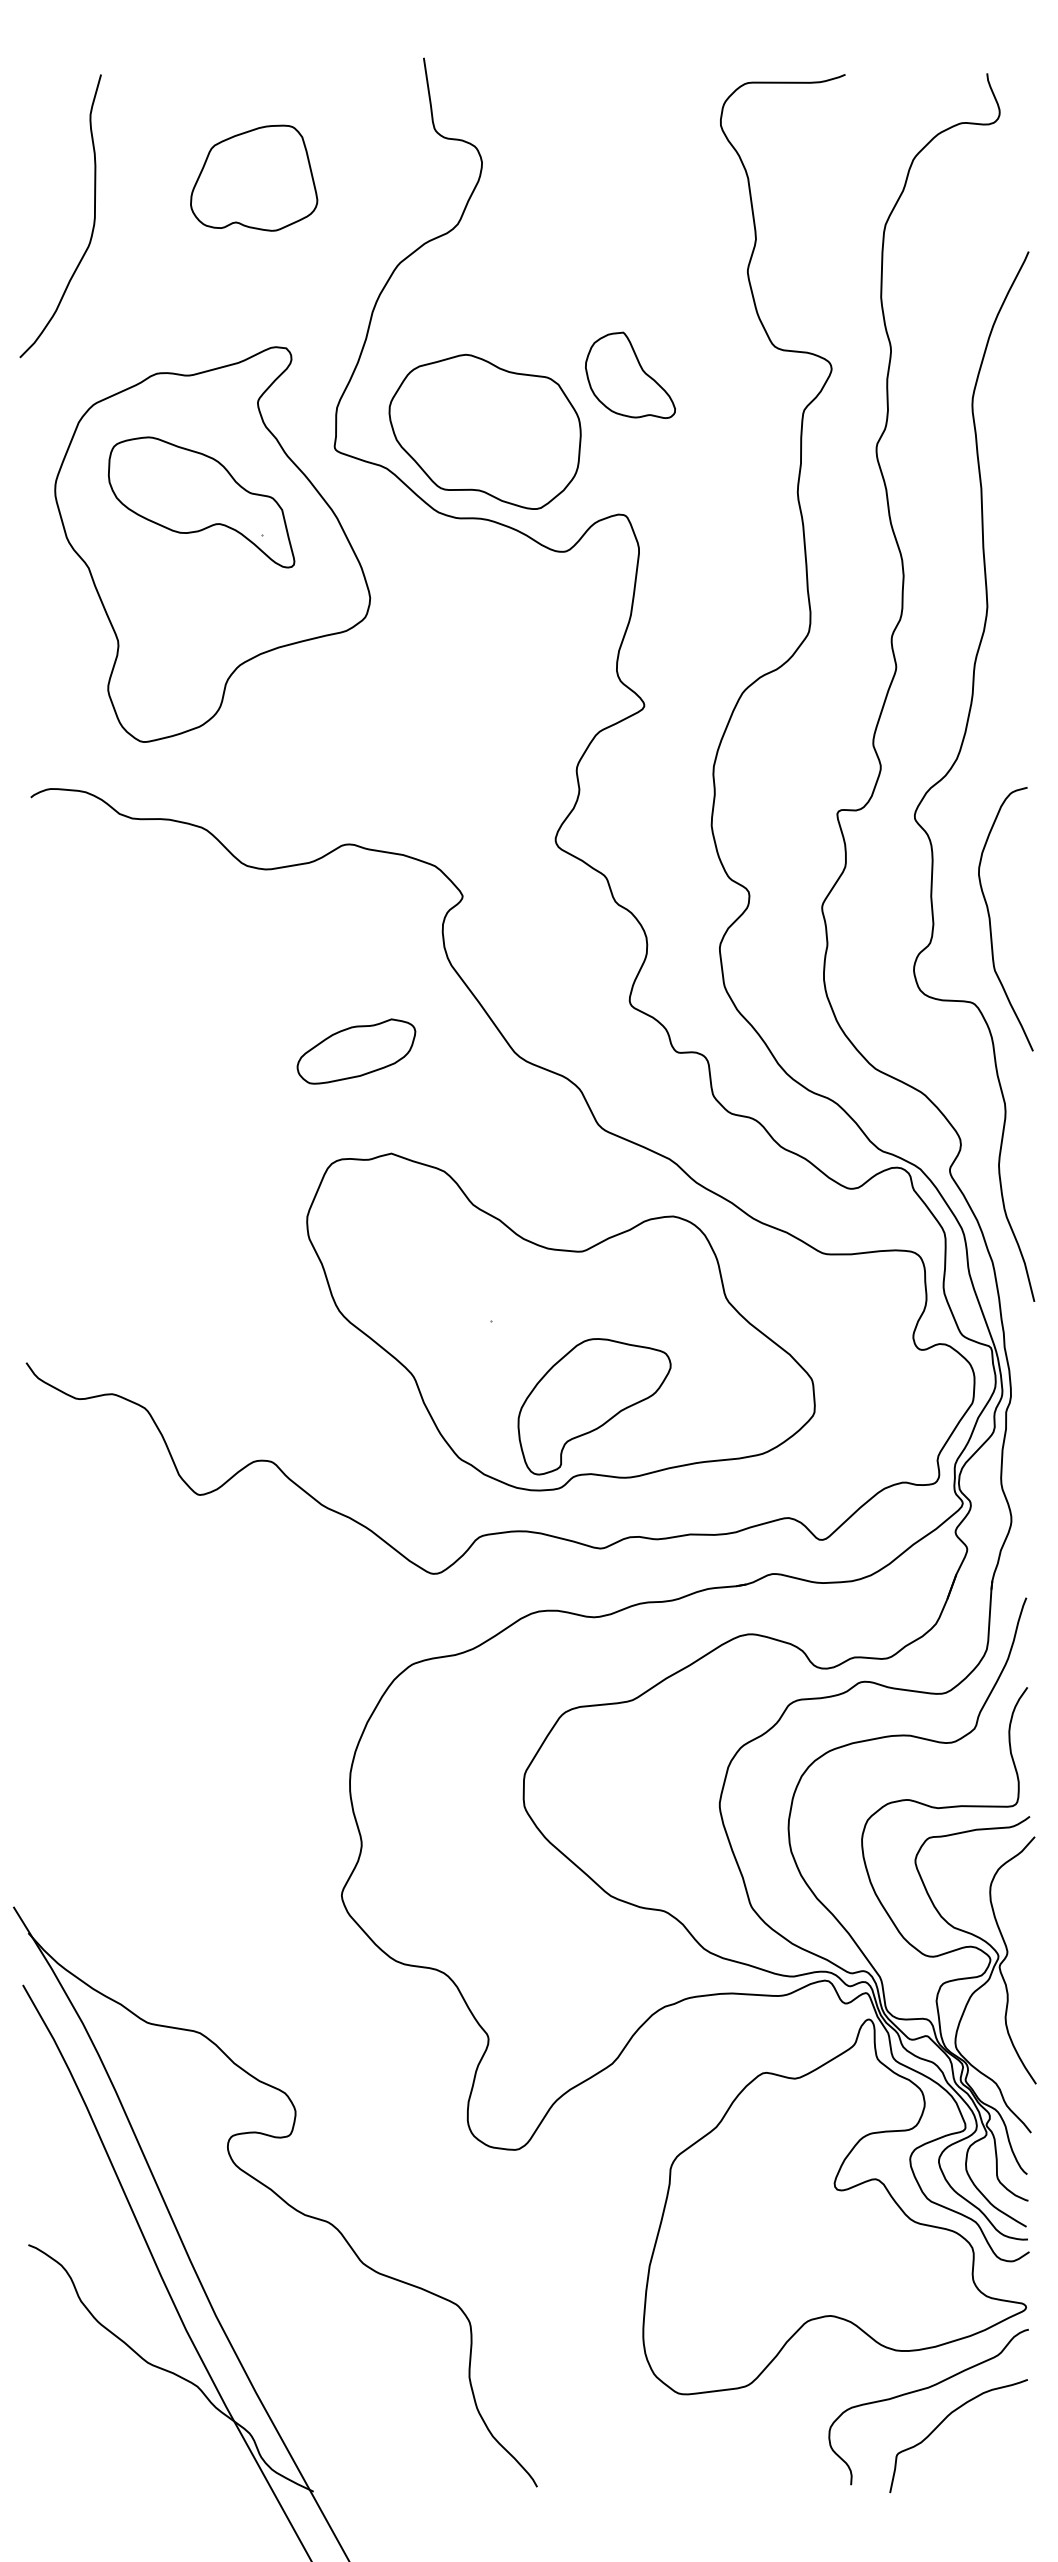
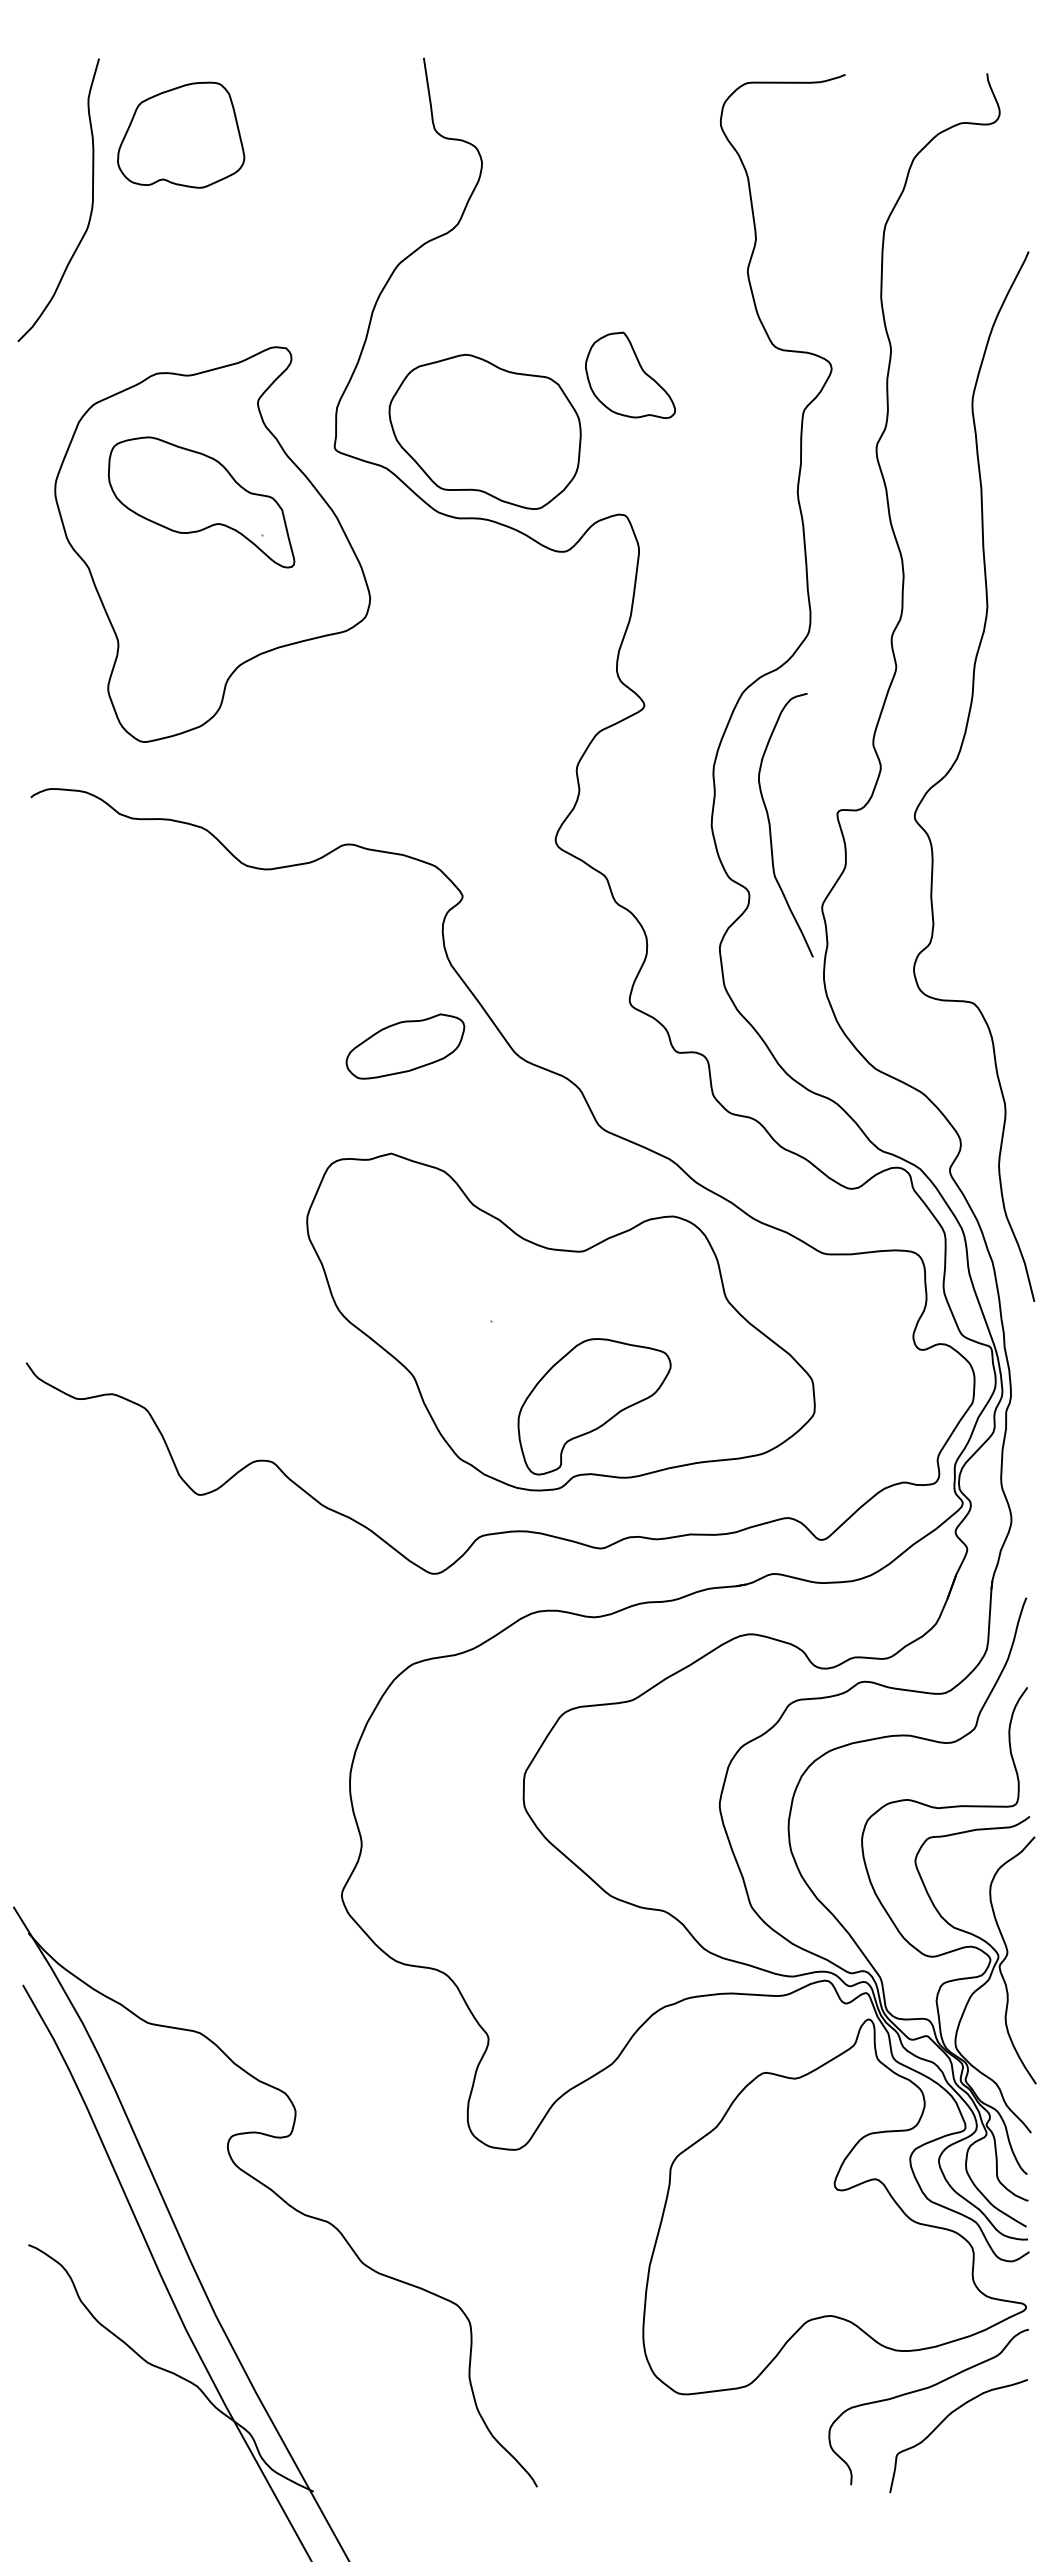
part at (254, 177) position: (254, 177) -> (181, 134)
curve at (93, 219) position: (93, 219) -> (91, 203)
curve at (990, 919) position: (990, 919) -> (770, 825)
part at (356, 1051) position: (356, 1051) -> (405, 1046)
